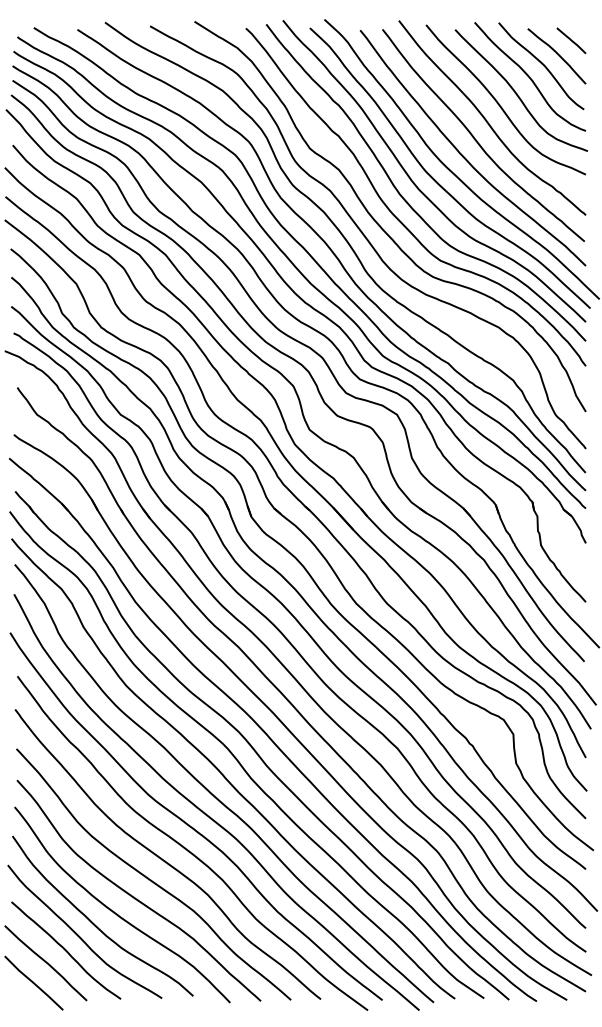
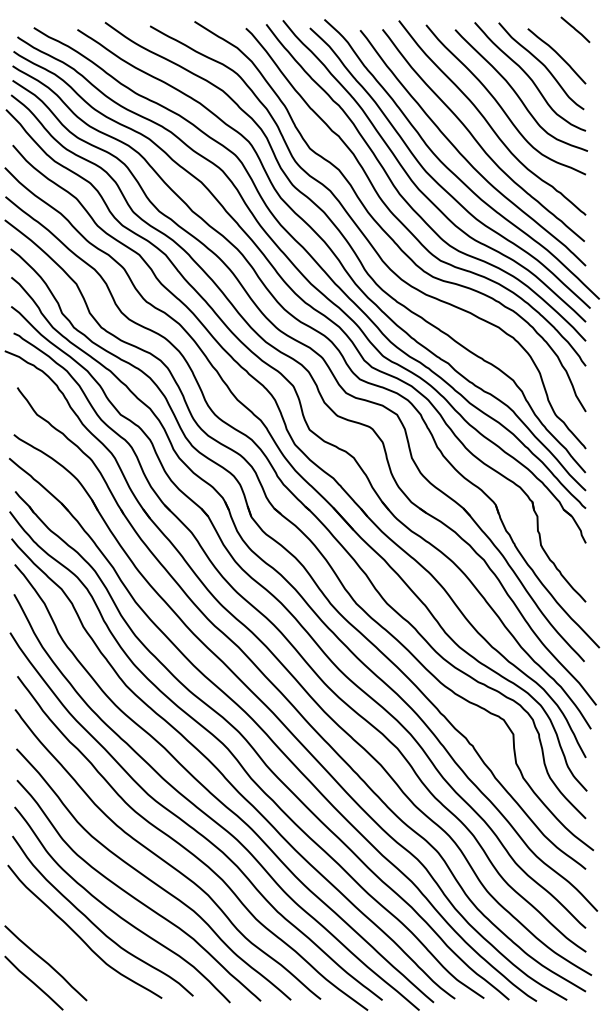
line at (571, 40) position: (571, 40) -> (575, 29)
curve at (66, 950): present -> none
